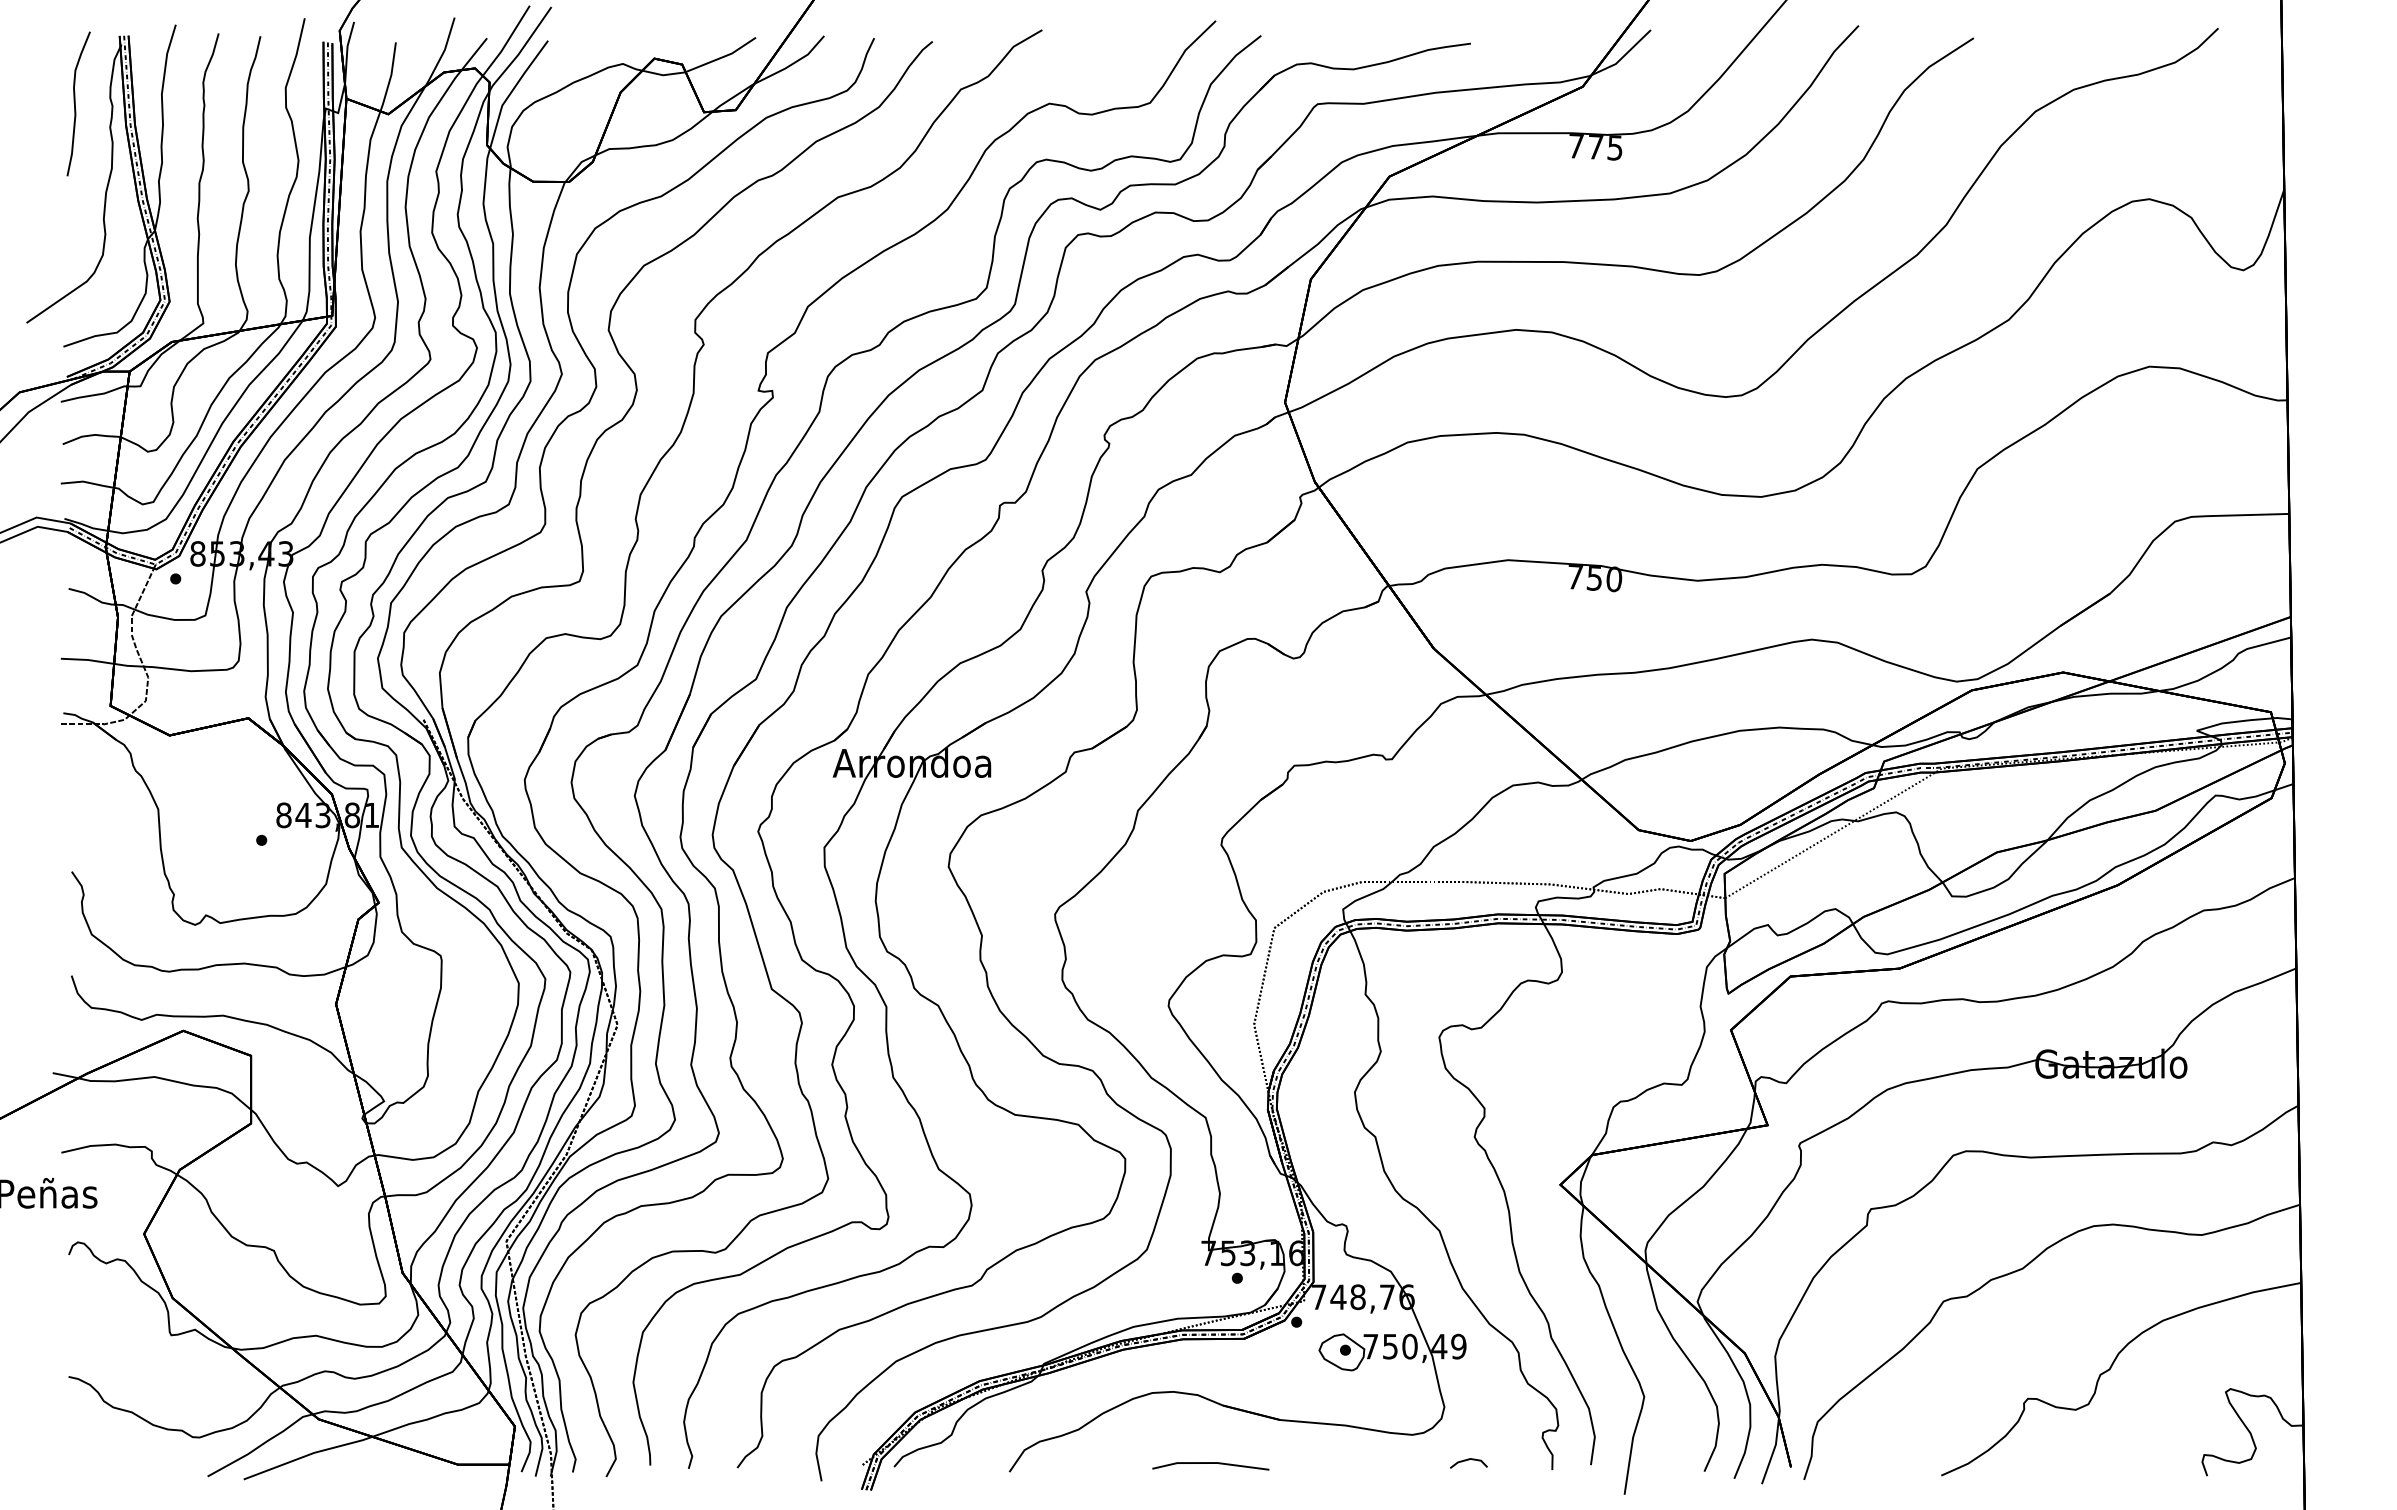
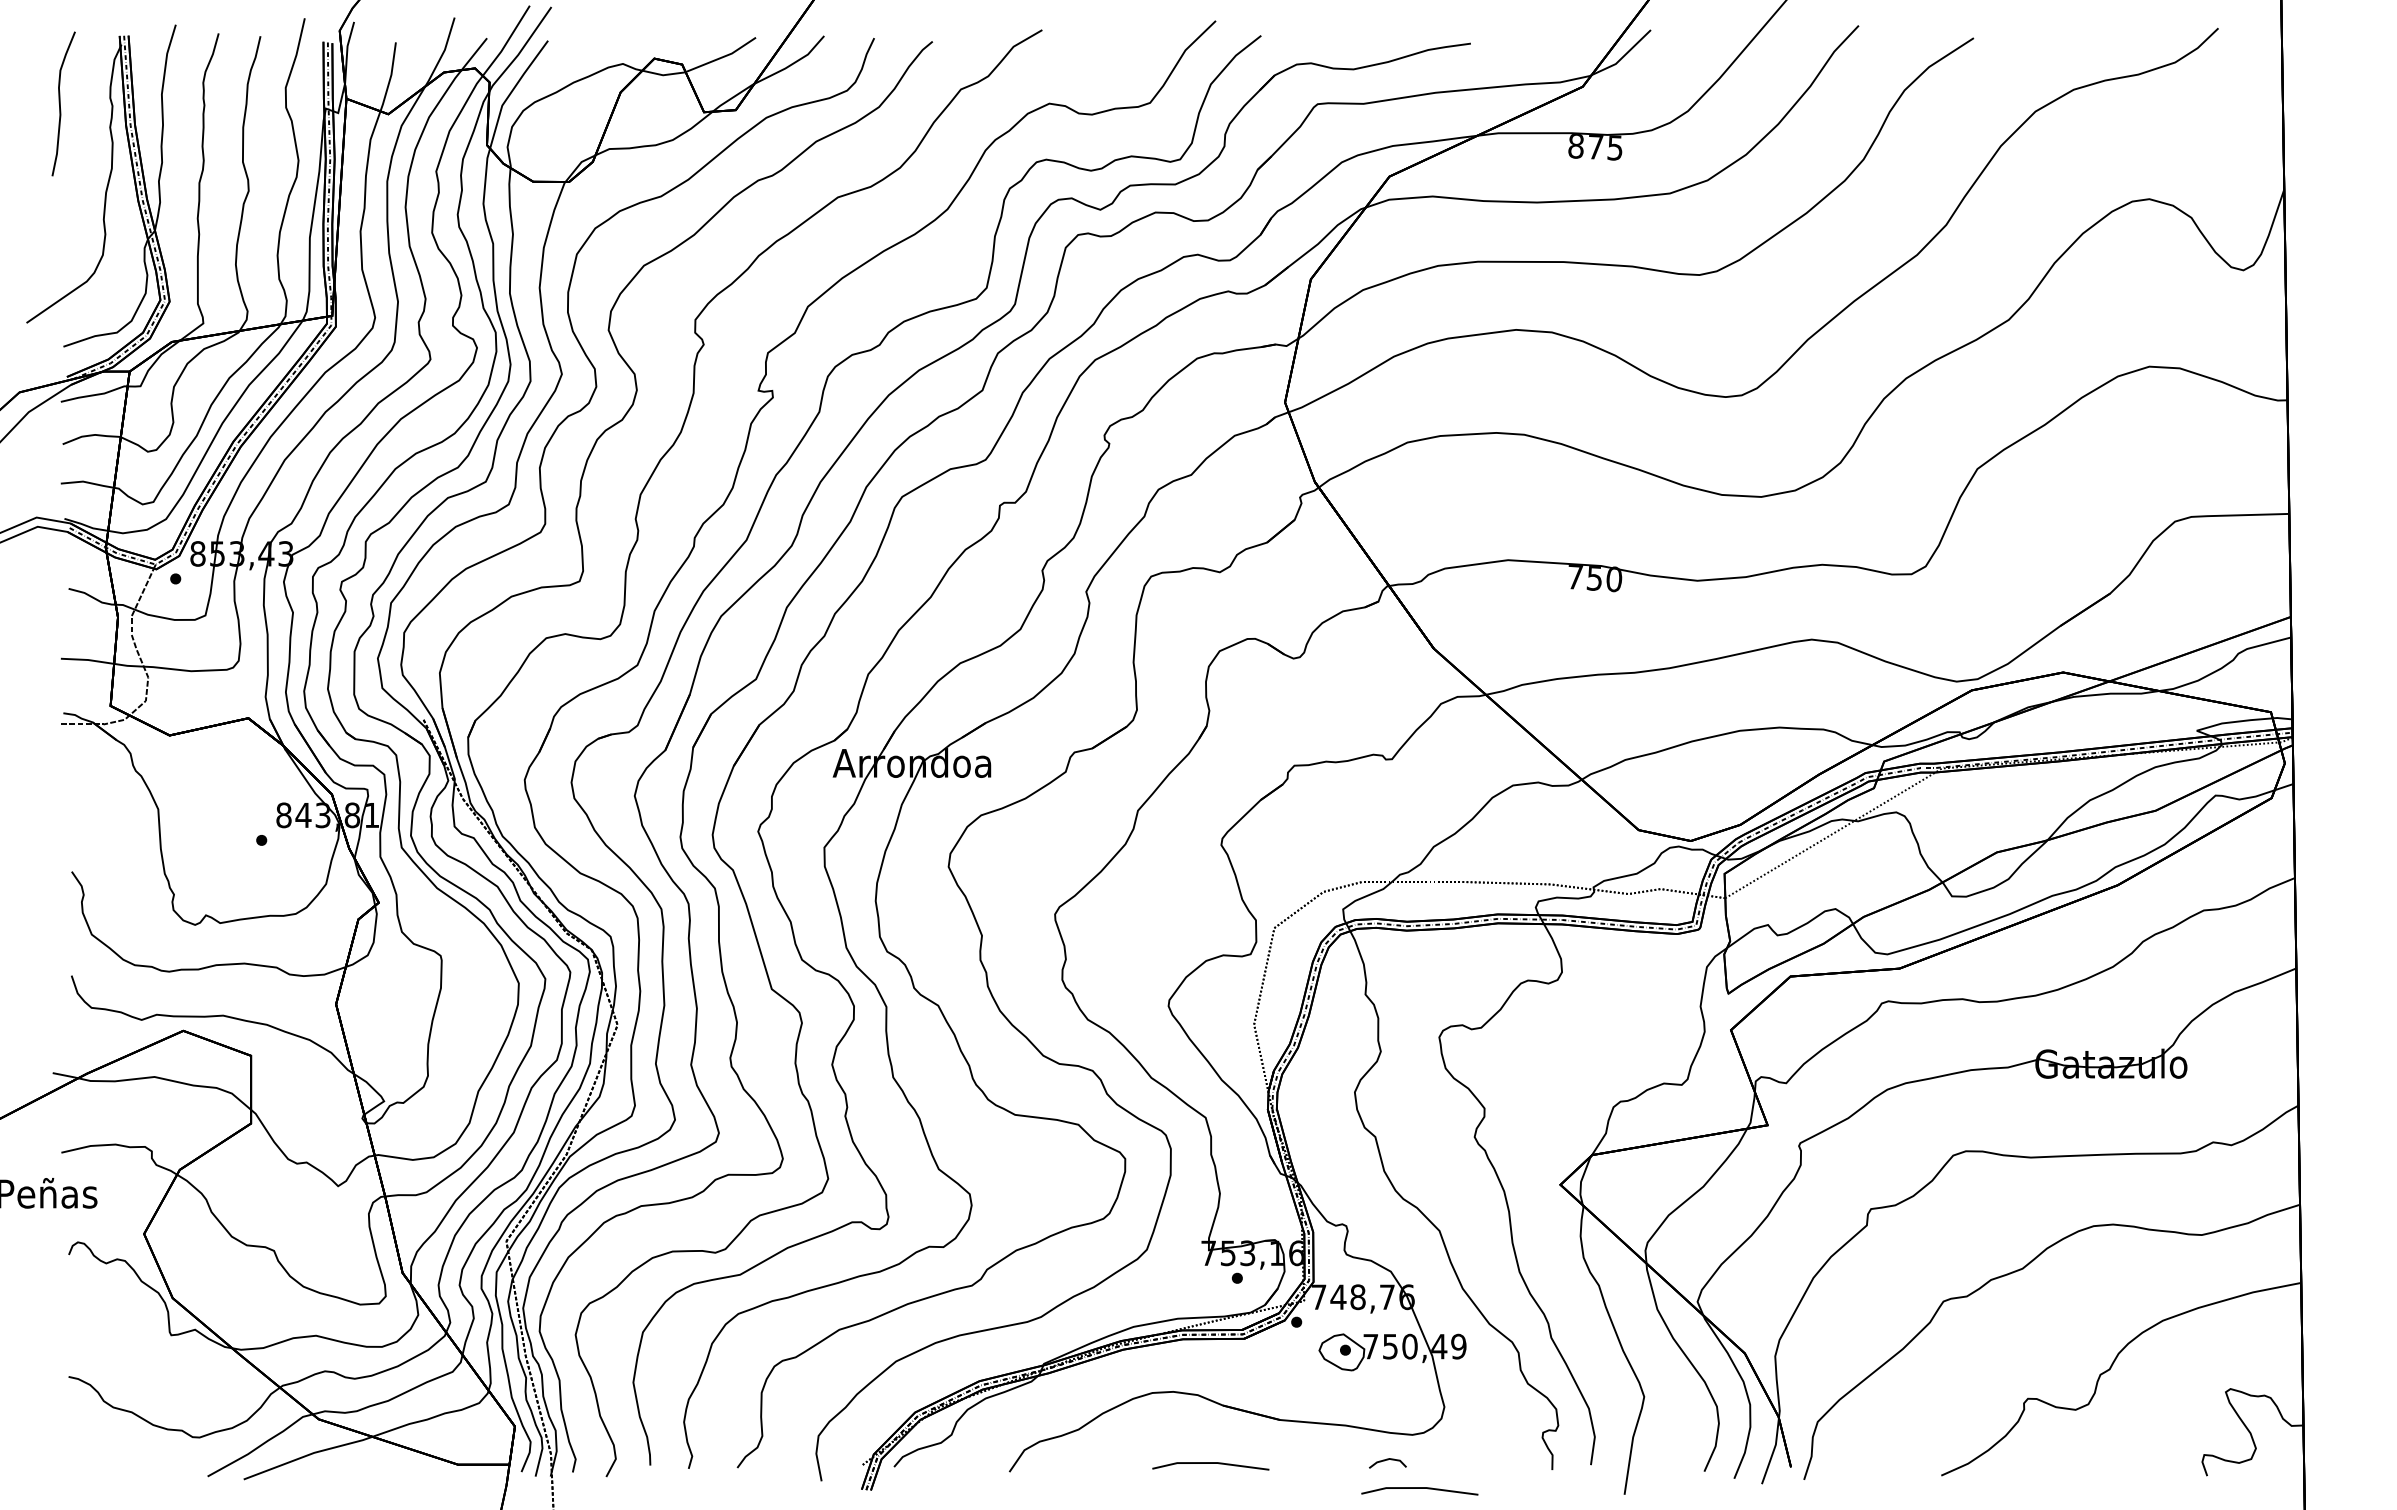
curve at (75, 103) position: (75, 103) -> (60, 103)
text at (1575, 146): 775 -> 875
line at (1468, 1460) position: (1468, 1460) -> (1387, 1460)
line at (1419, 1488): none -> present
